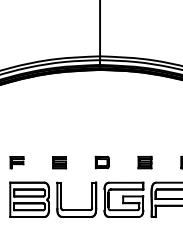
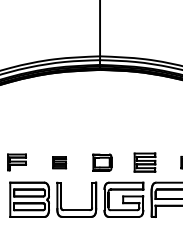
part at (16, 162) size: 16x14 px -> 20x19 px
part at (101, 162) size: 16x15 px -> 21x19 px
part at (144, 162) size: 16x15 px -> 24x21 px
